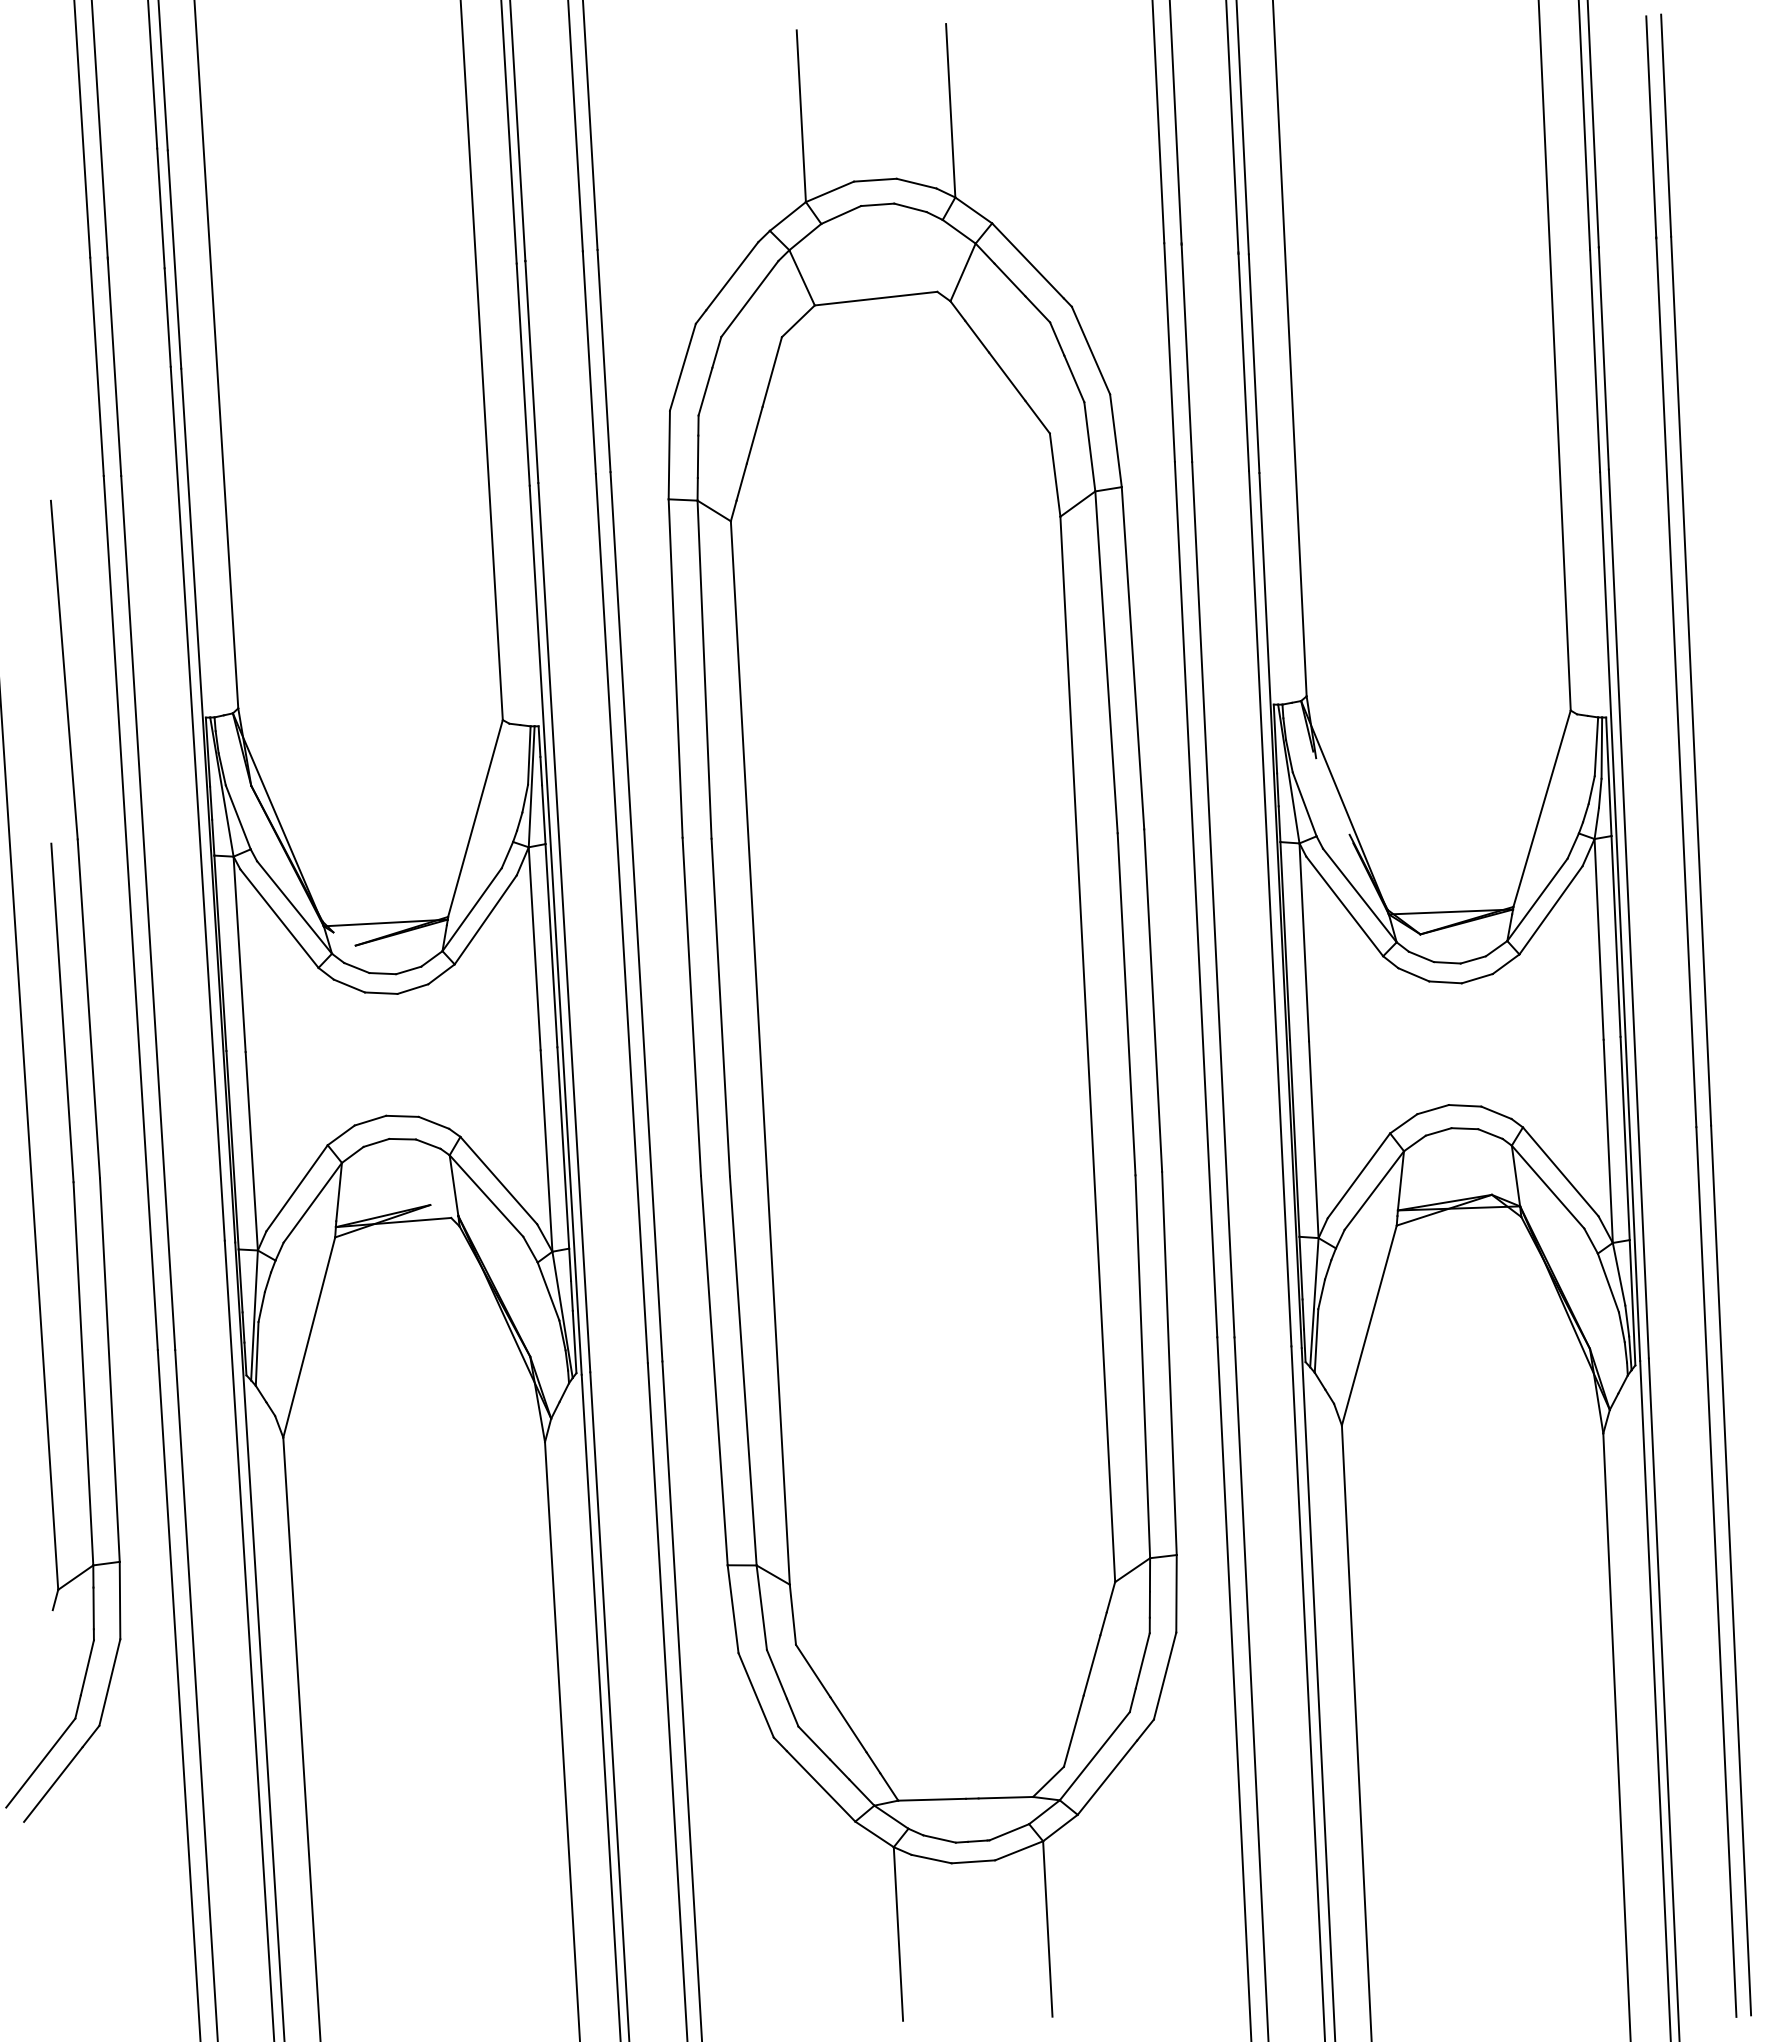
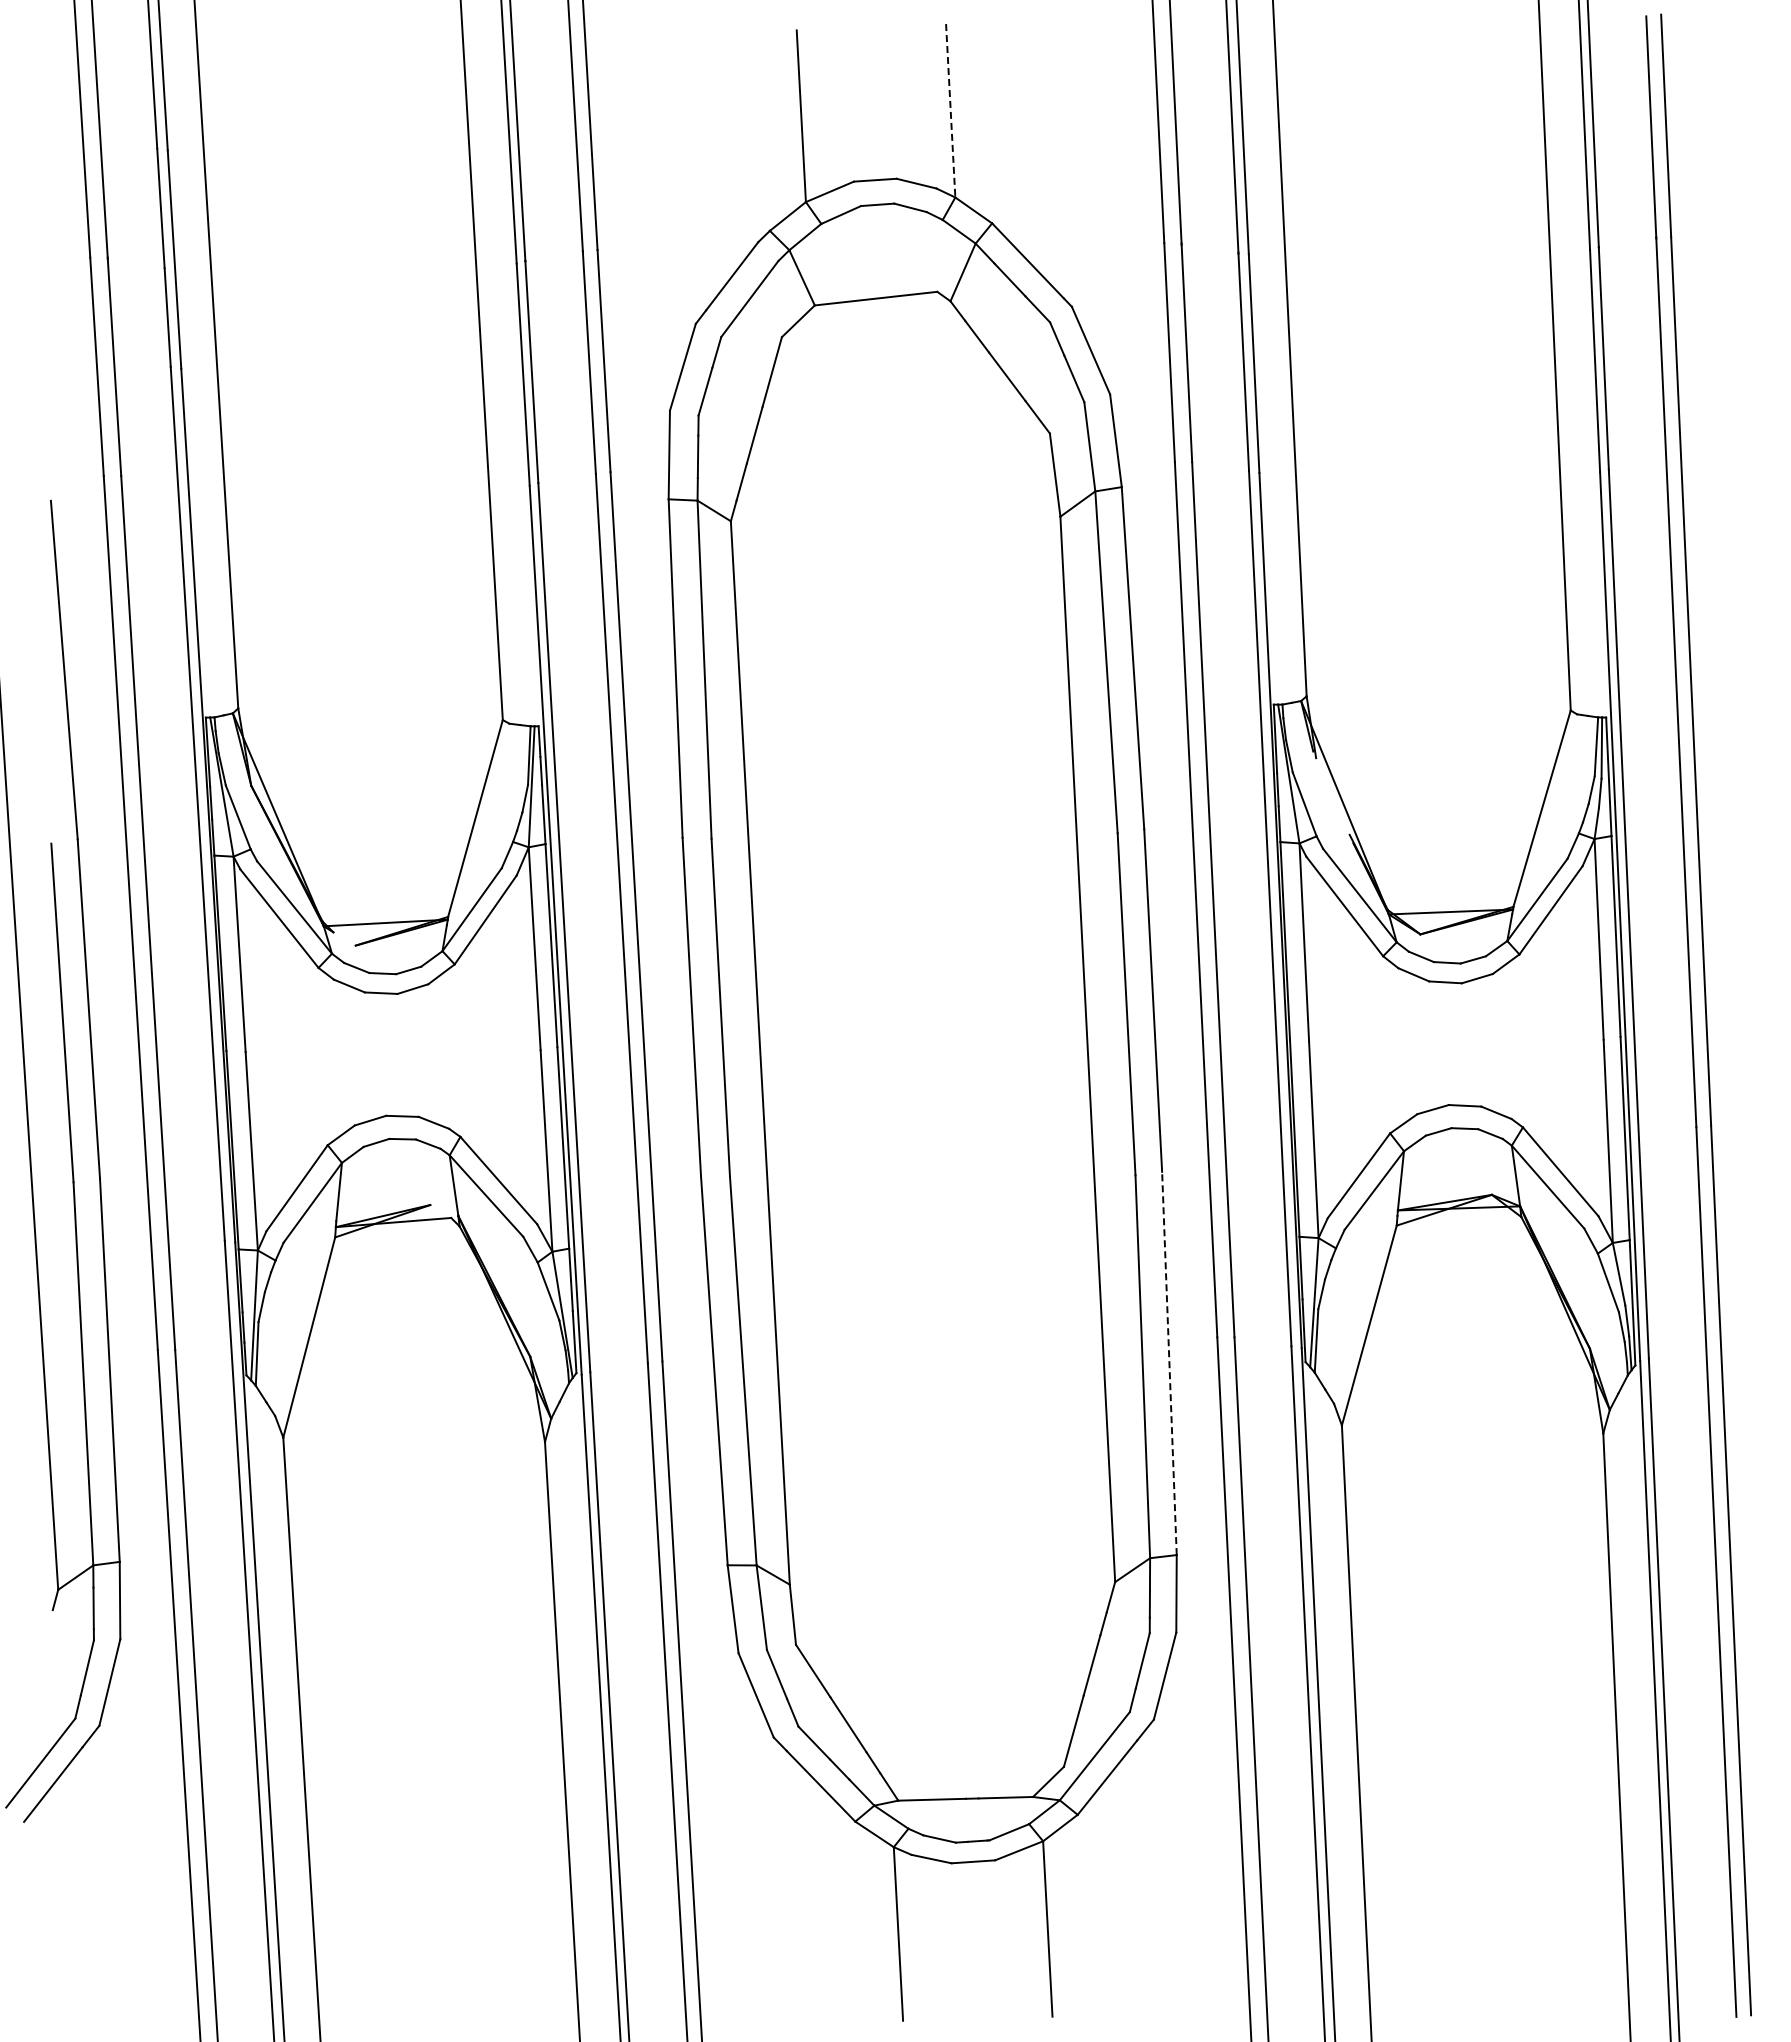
line at (950, 110): solid -> dashed
line at (1169, 1363): solid -> dashed
